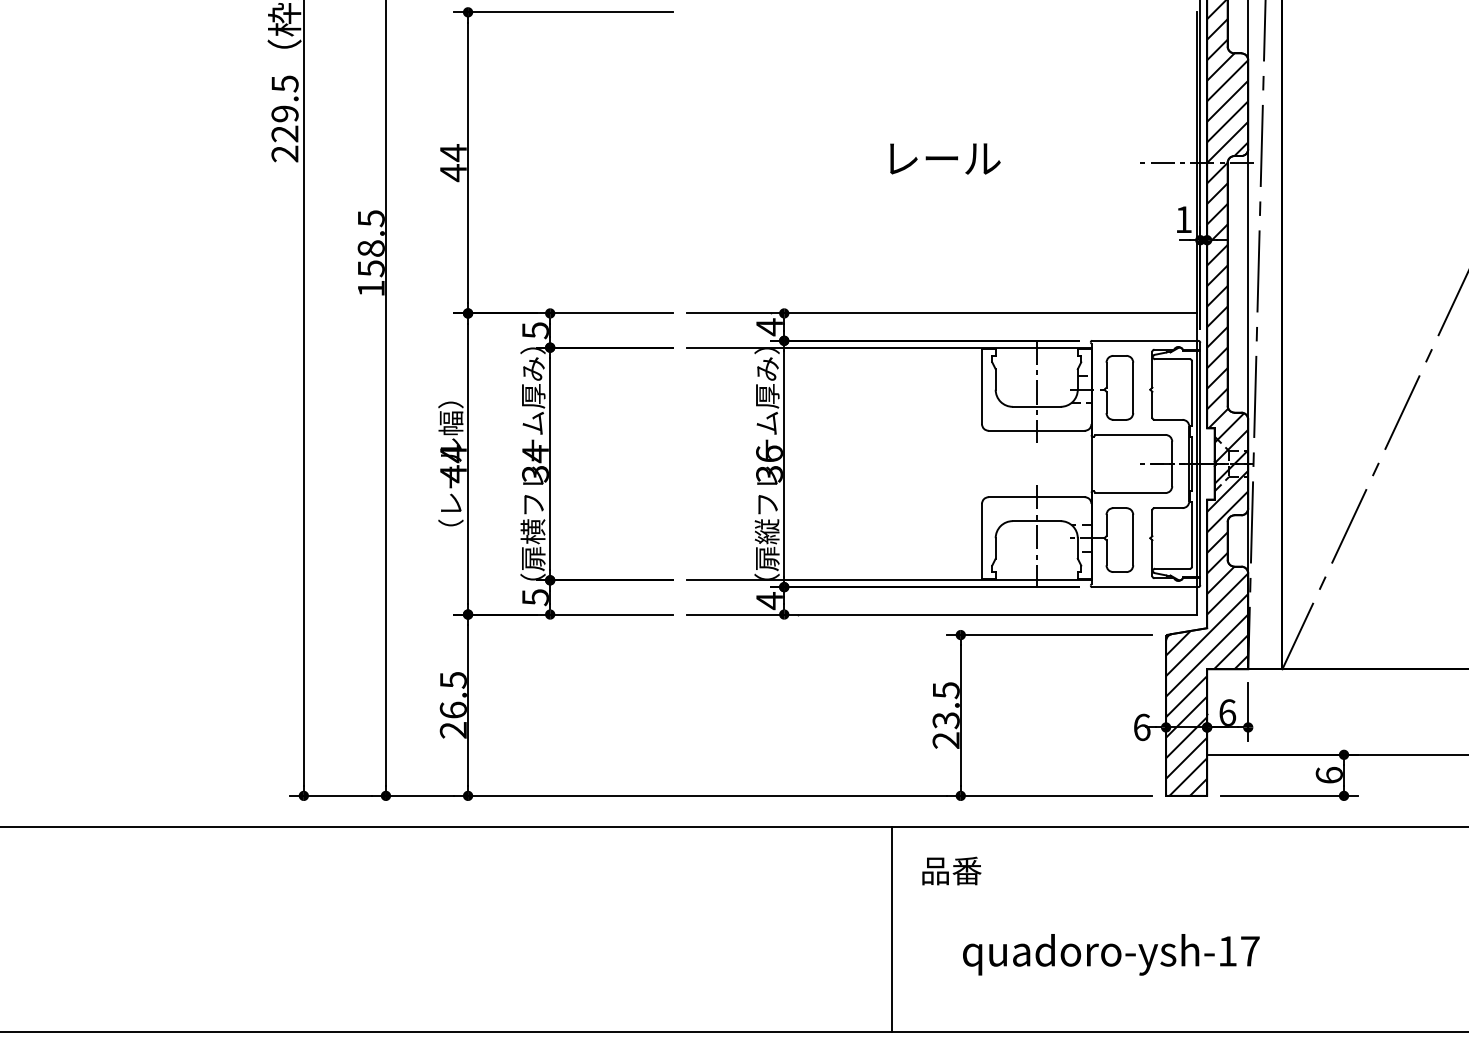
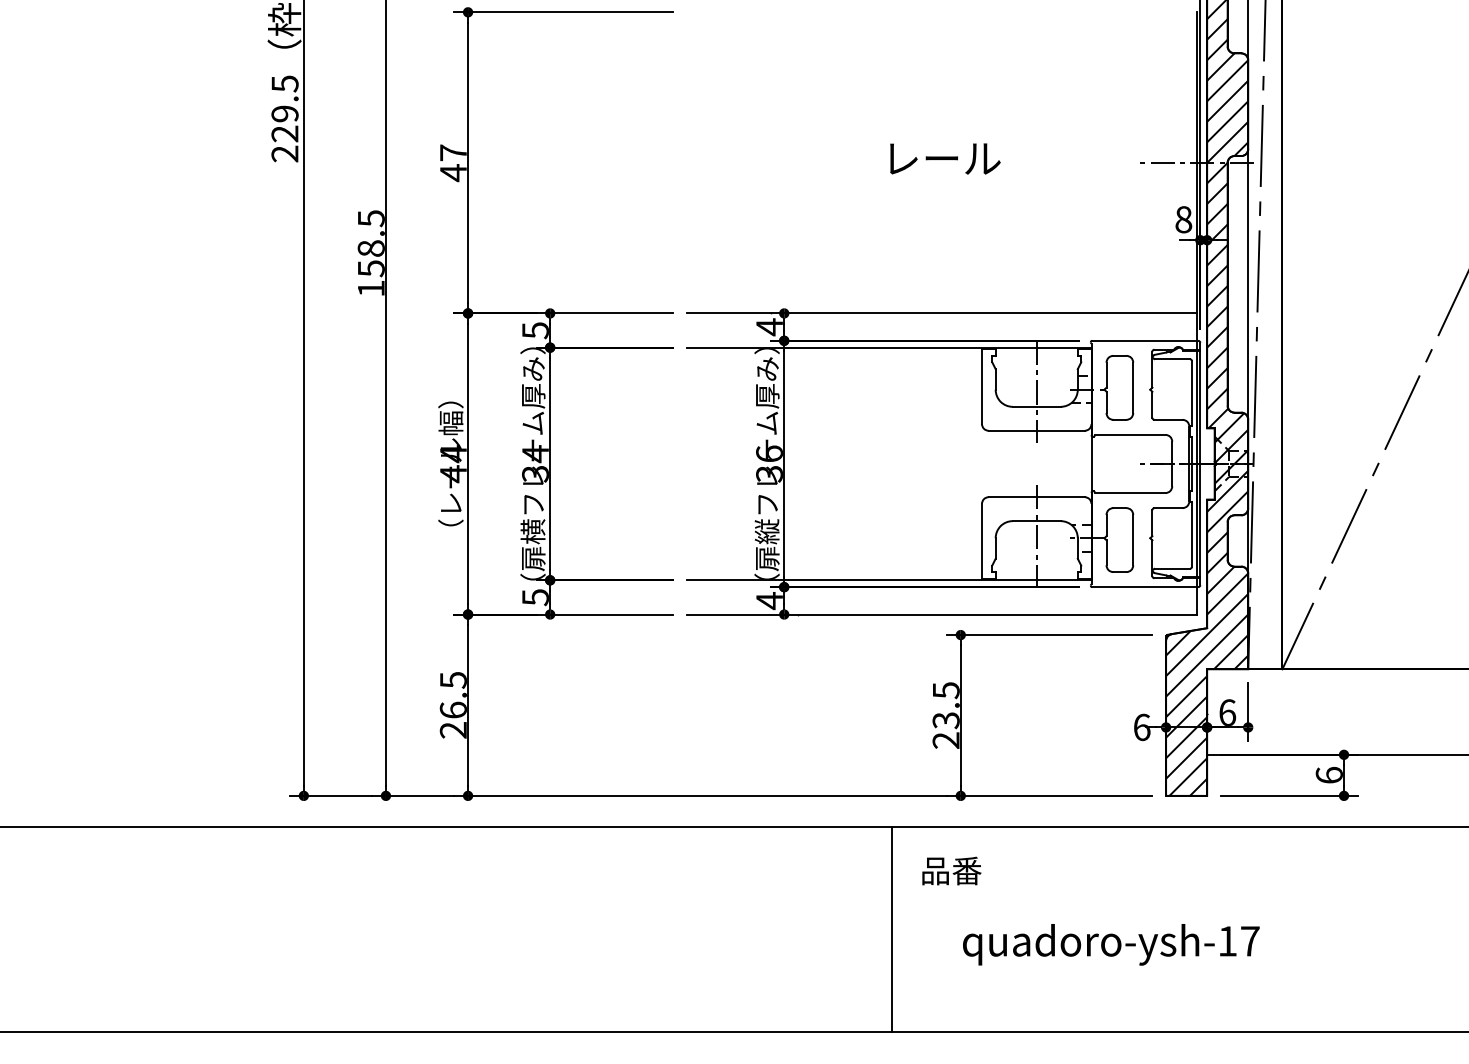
text at (453, 153): 44 -> 47
text at (1183, 219): 1 -> 8
text at (1111, 954) position: (1111, 954) -> (1111, 944)
